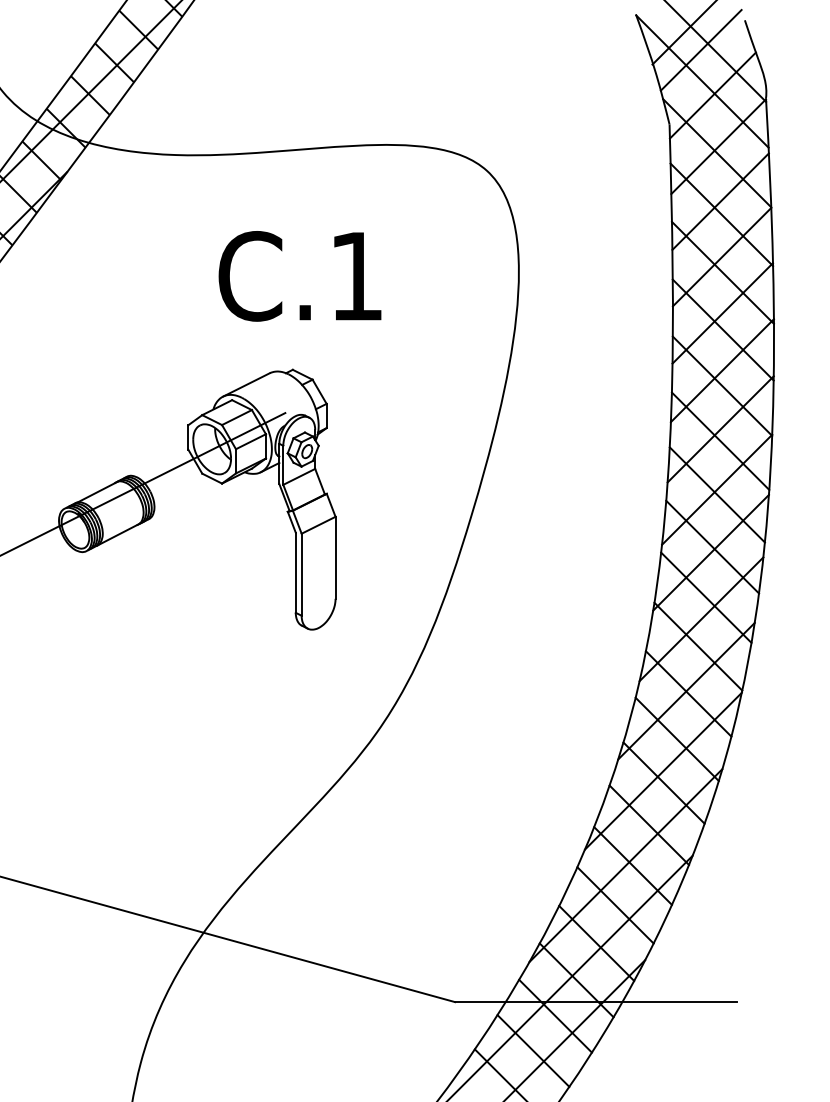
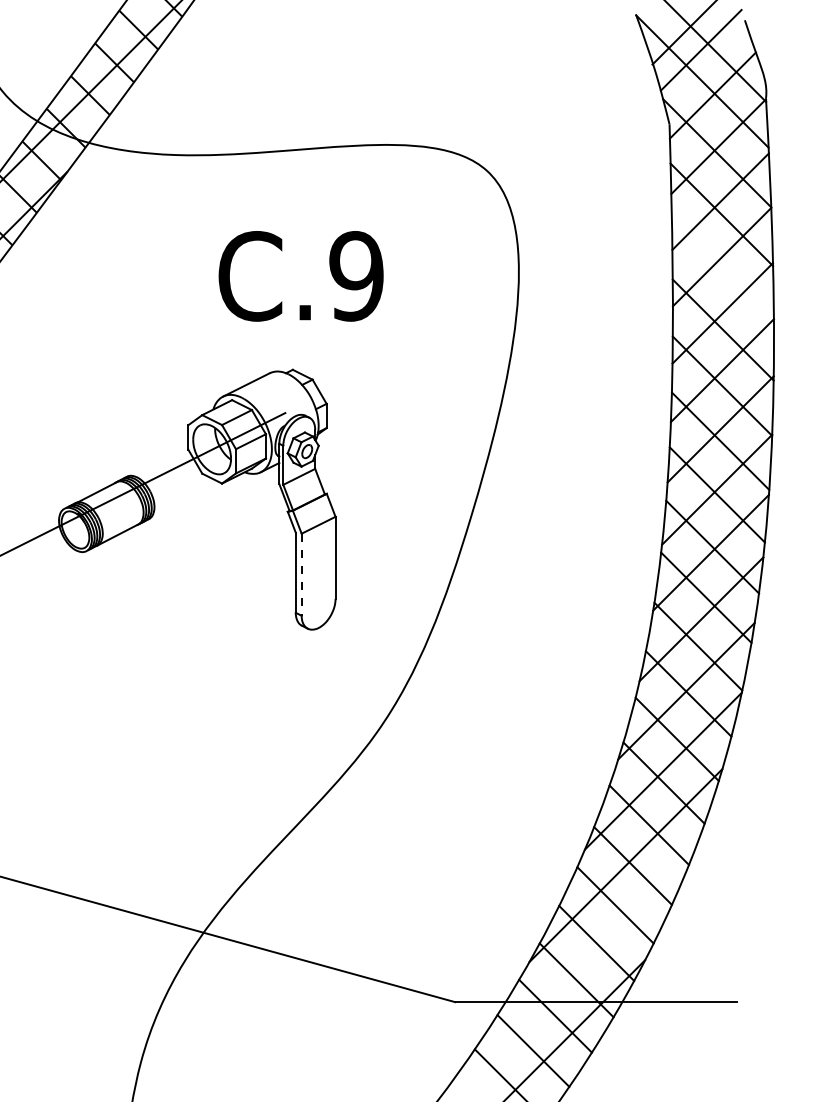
line at (722, 272): present -> none
text at (356, 276): C.1 -> C.9
line at (301, 575): solid -> dashed
line at (570, 976): present -> none
